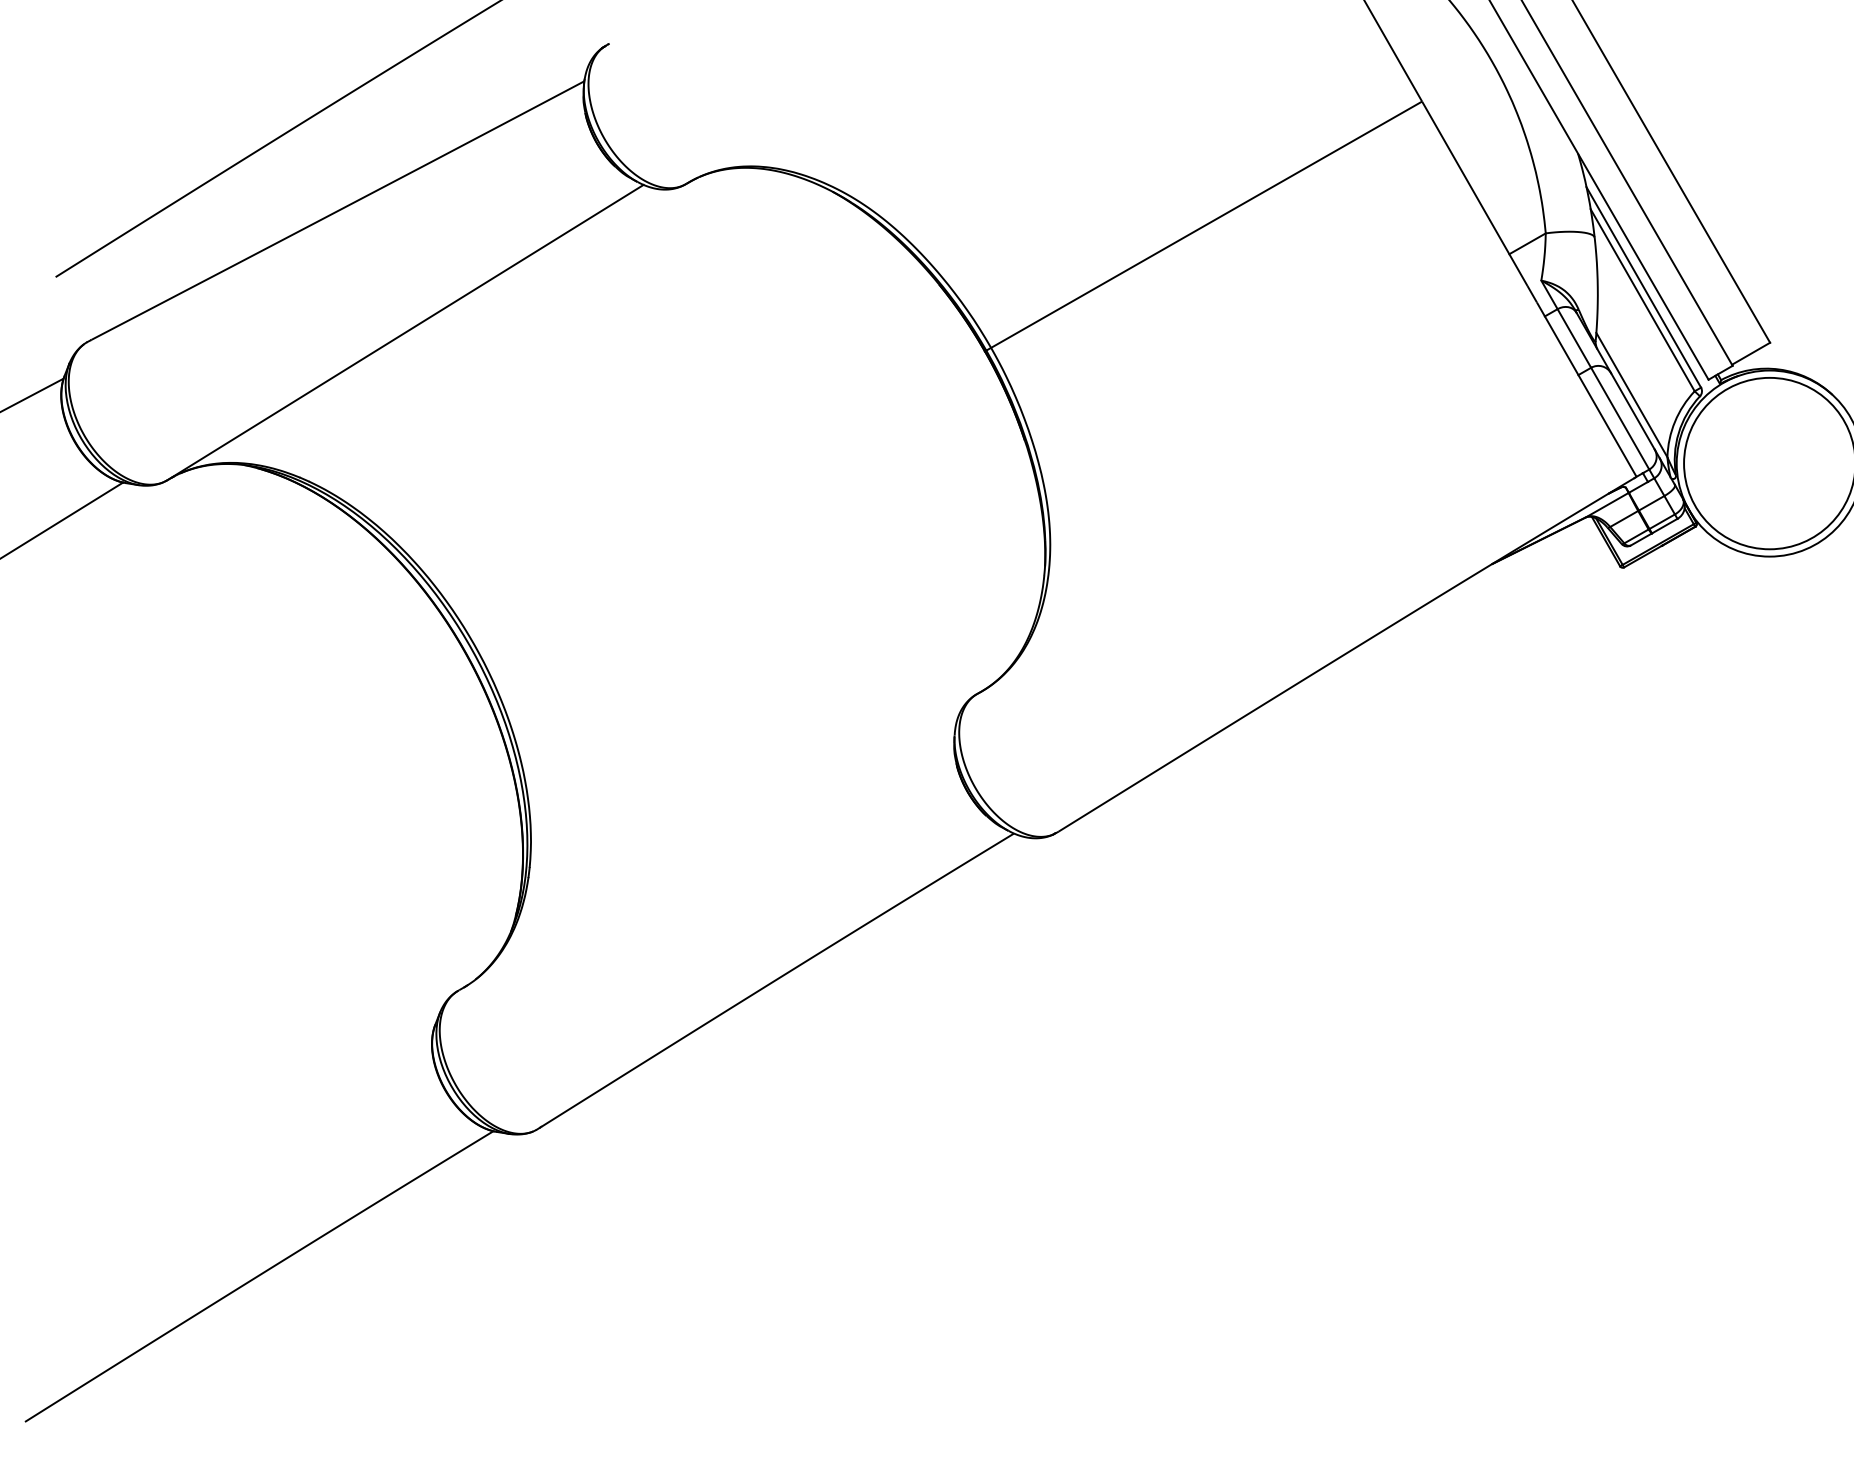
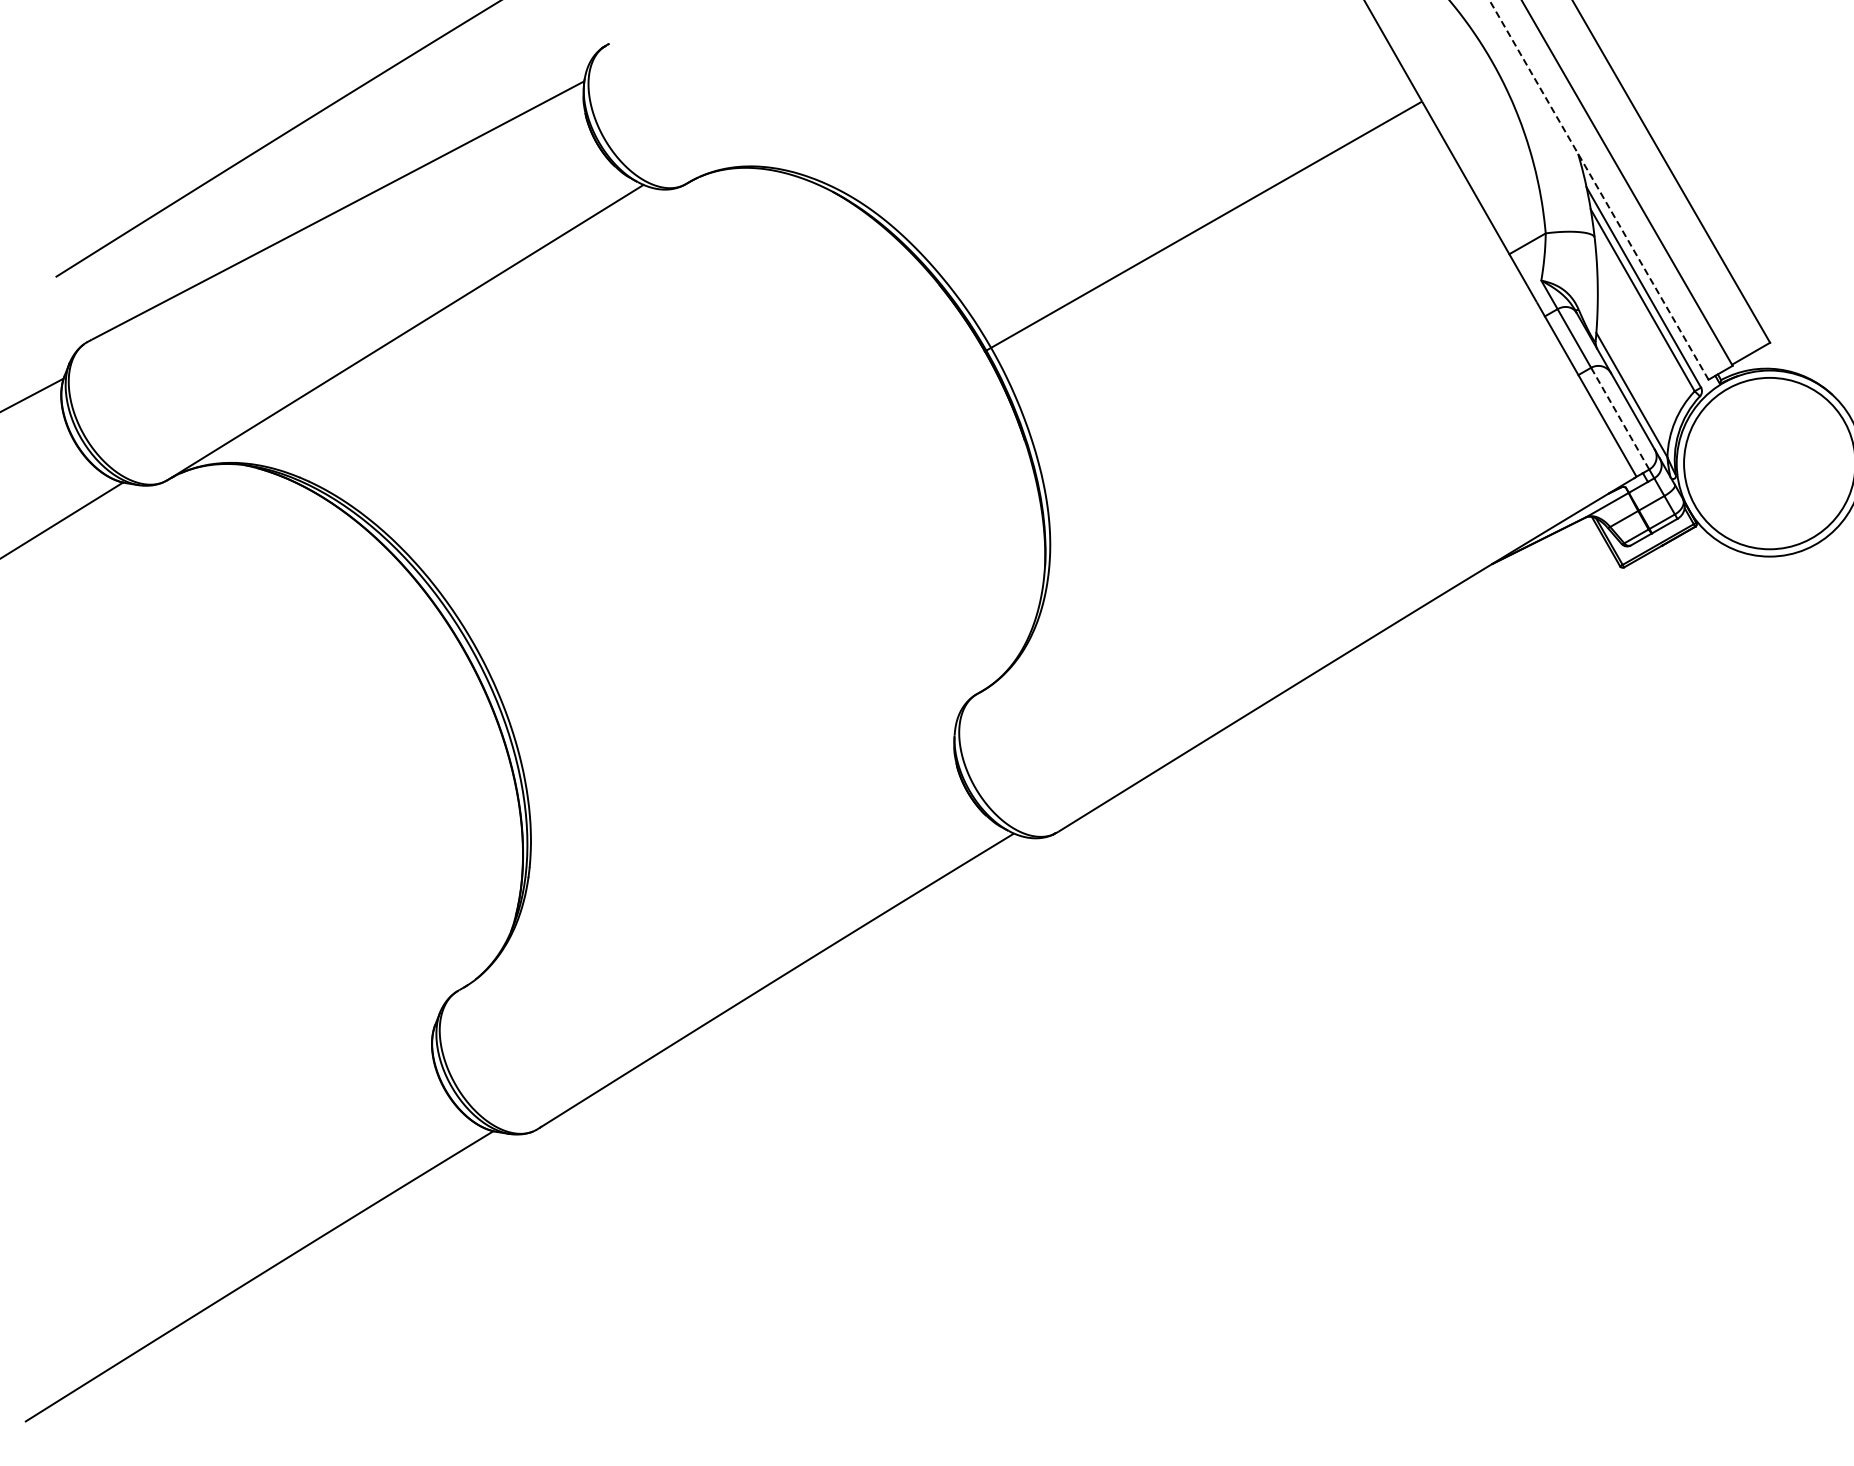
line at (1599, 190): solid -> dashed
line at (1620, 418): solid -> dashed
